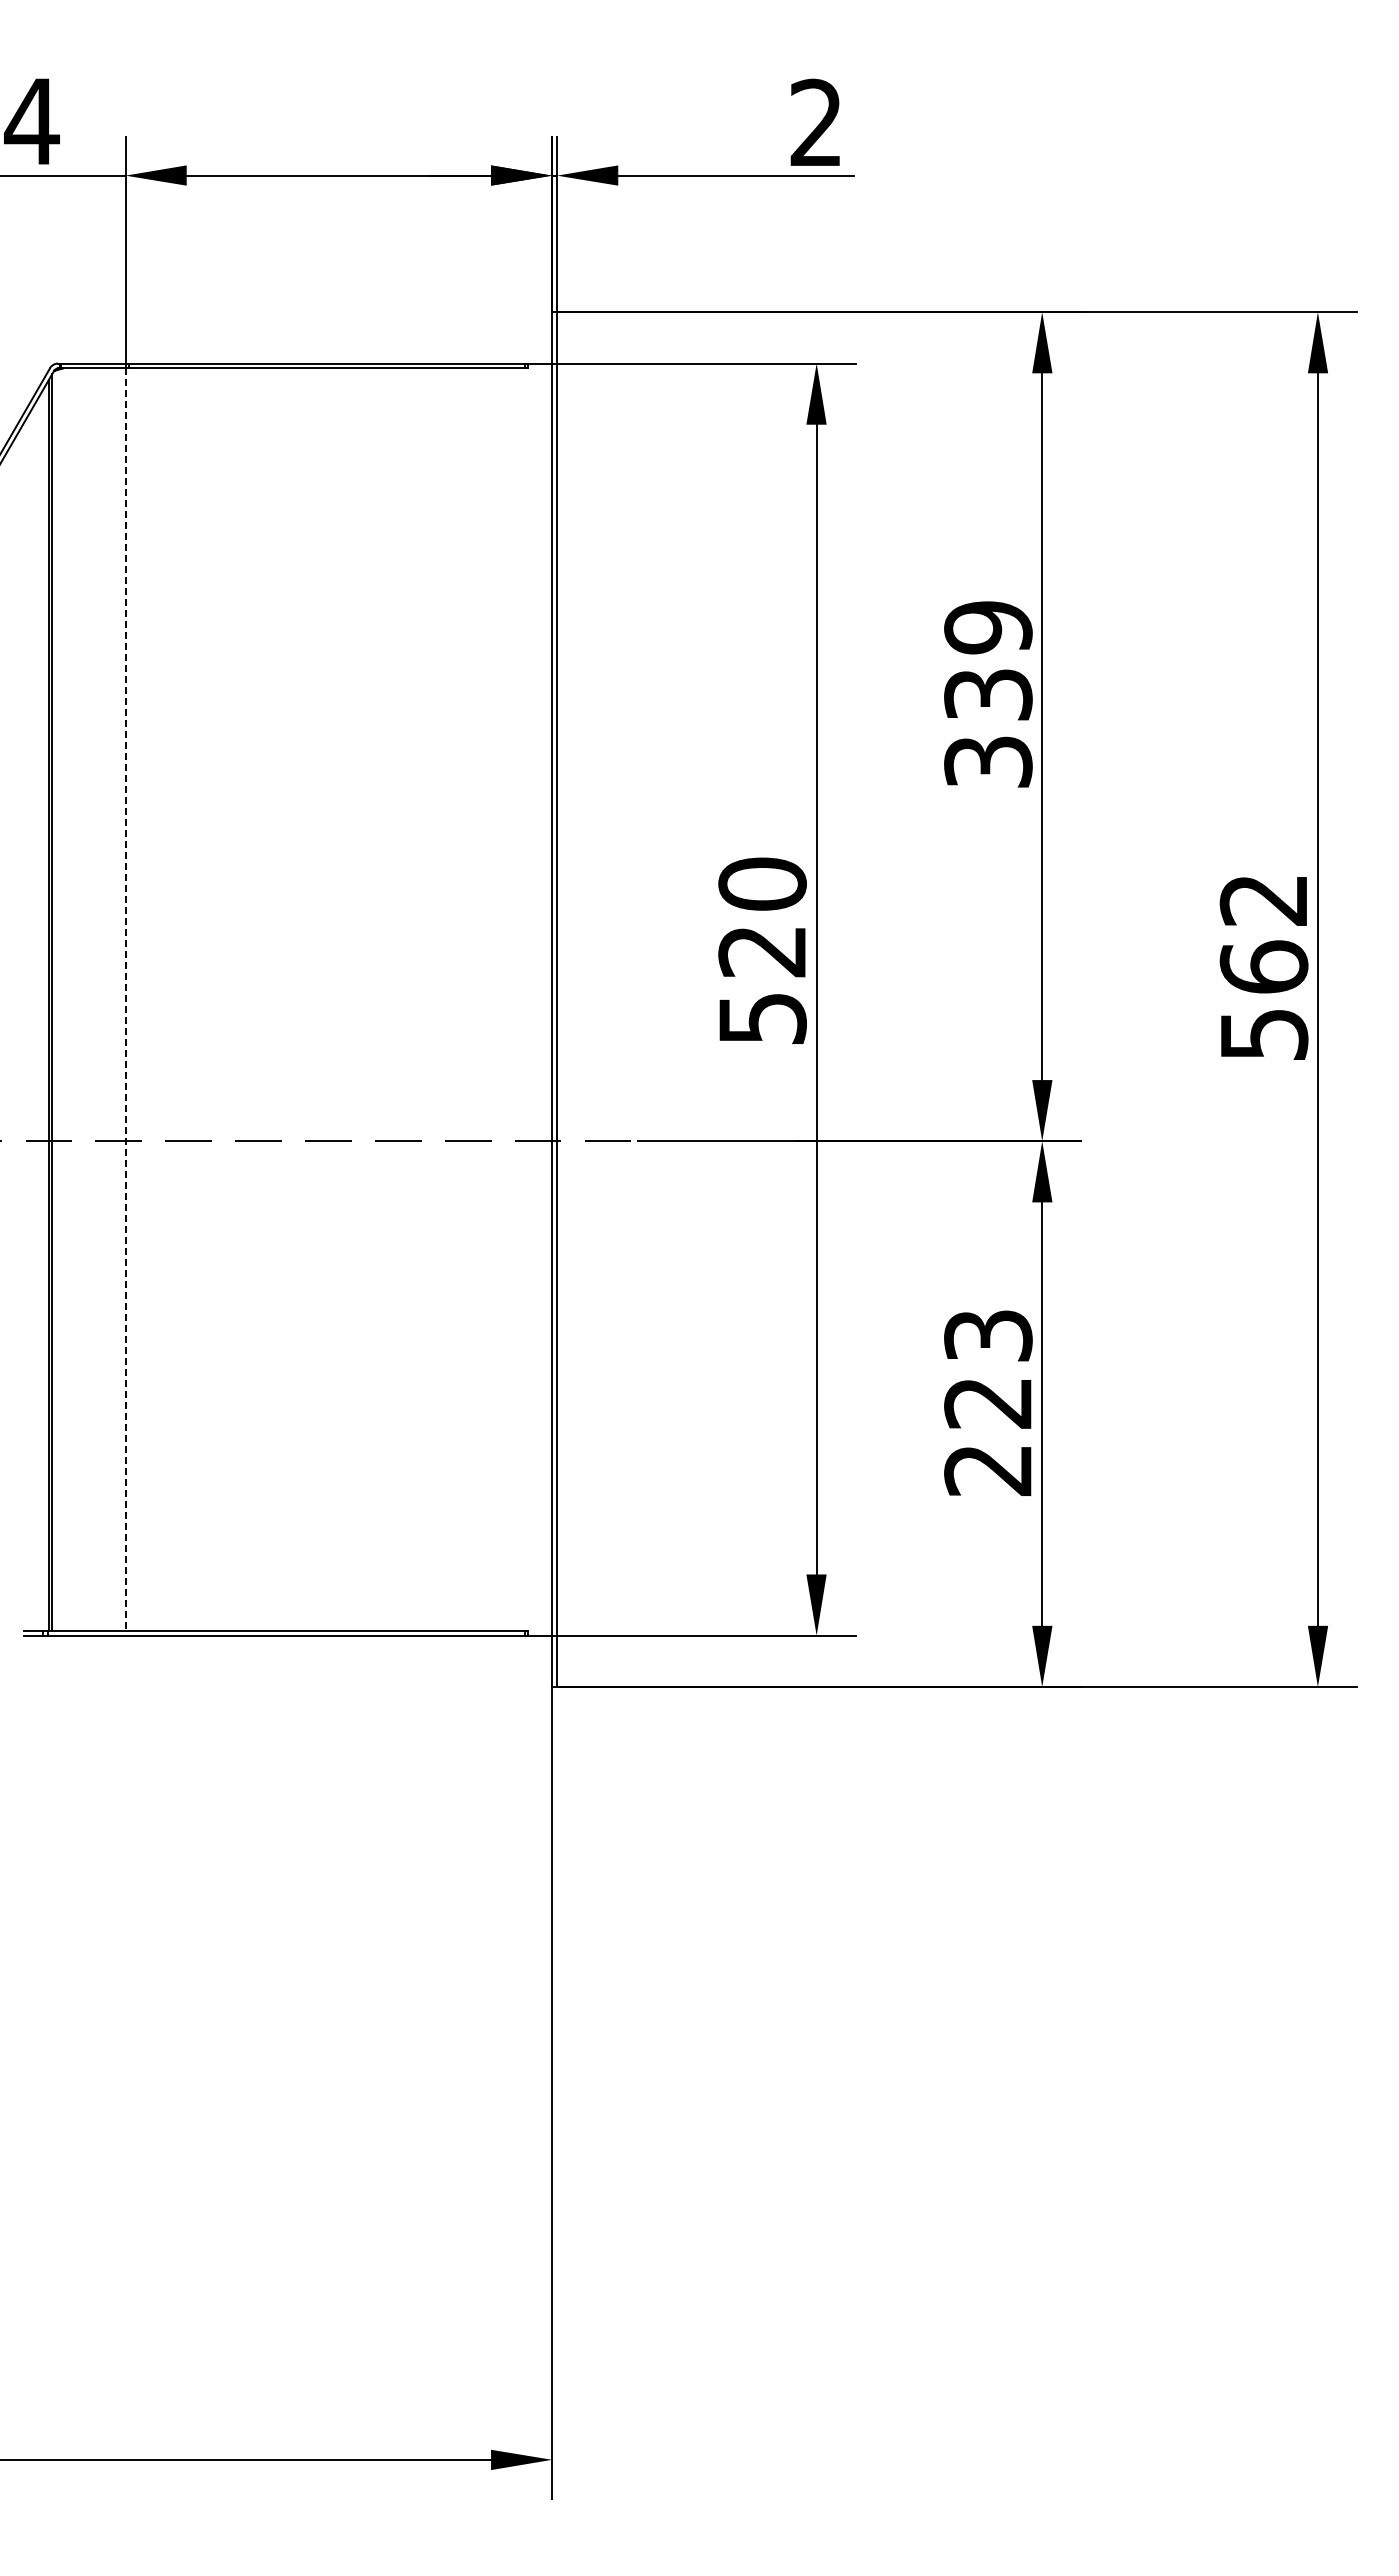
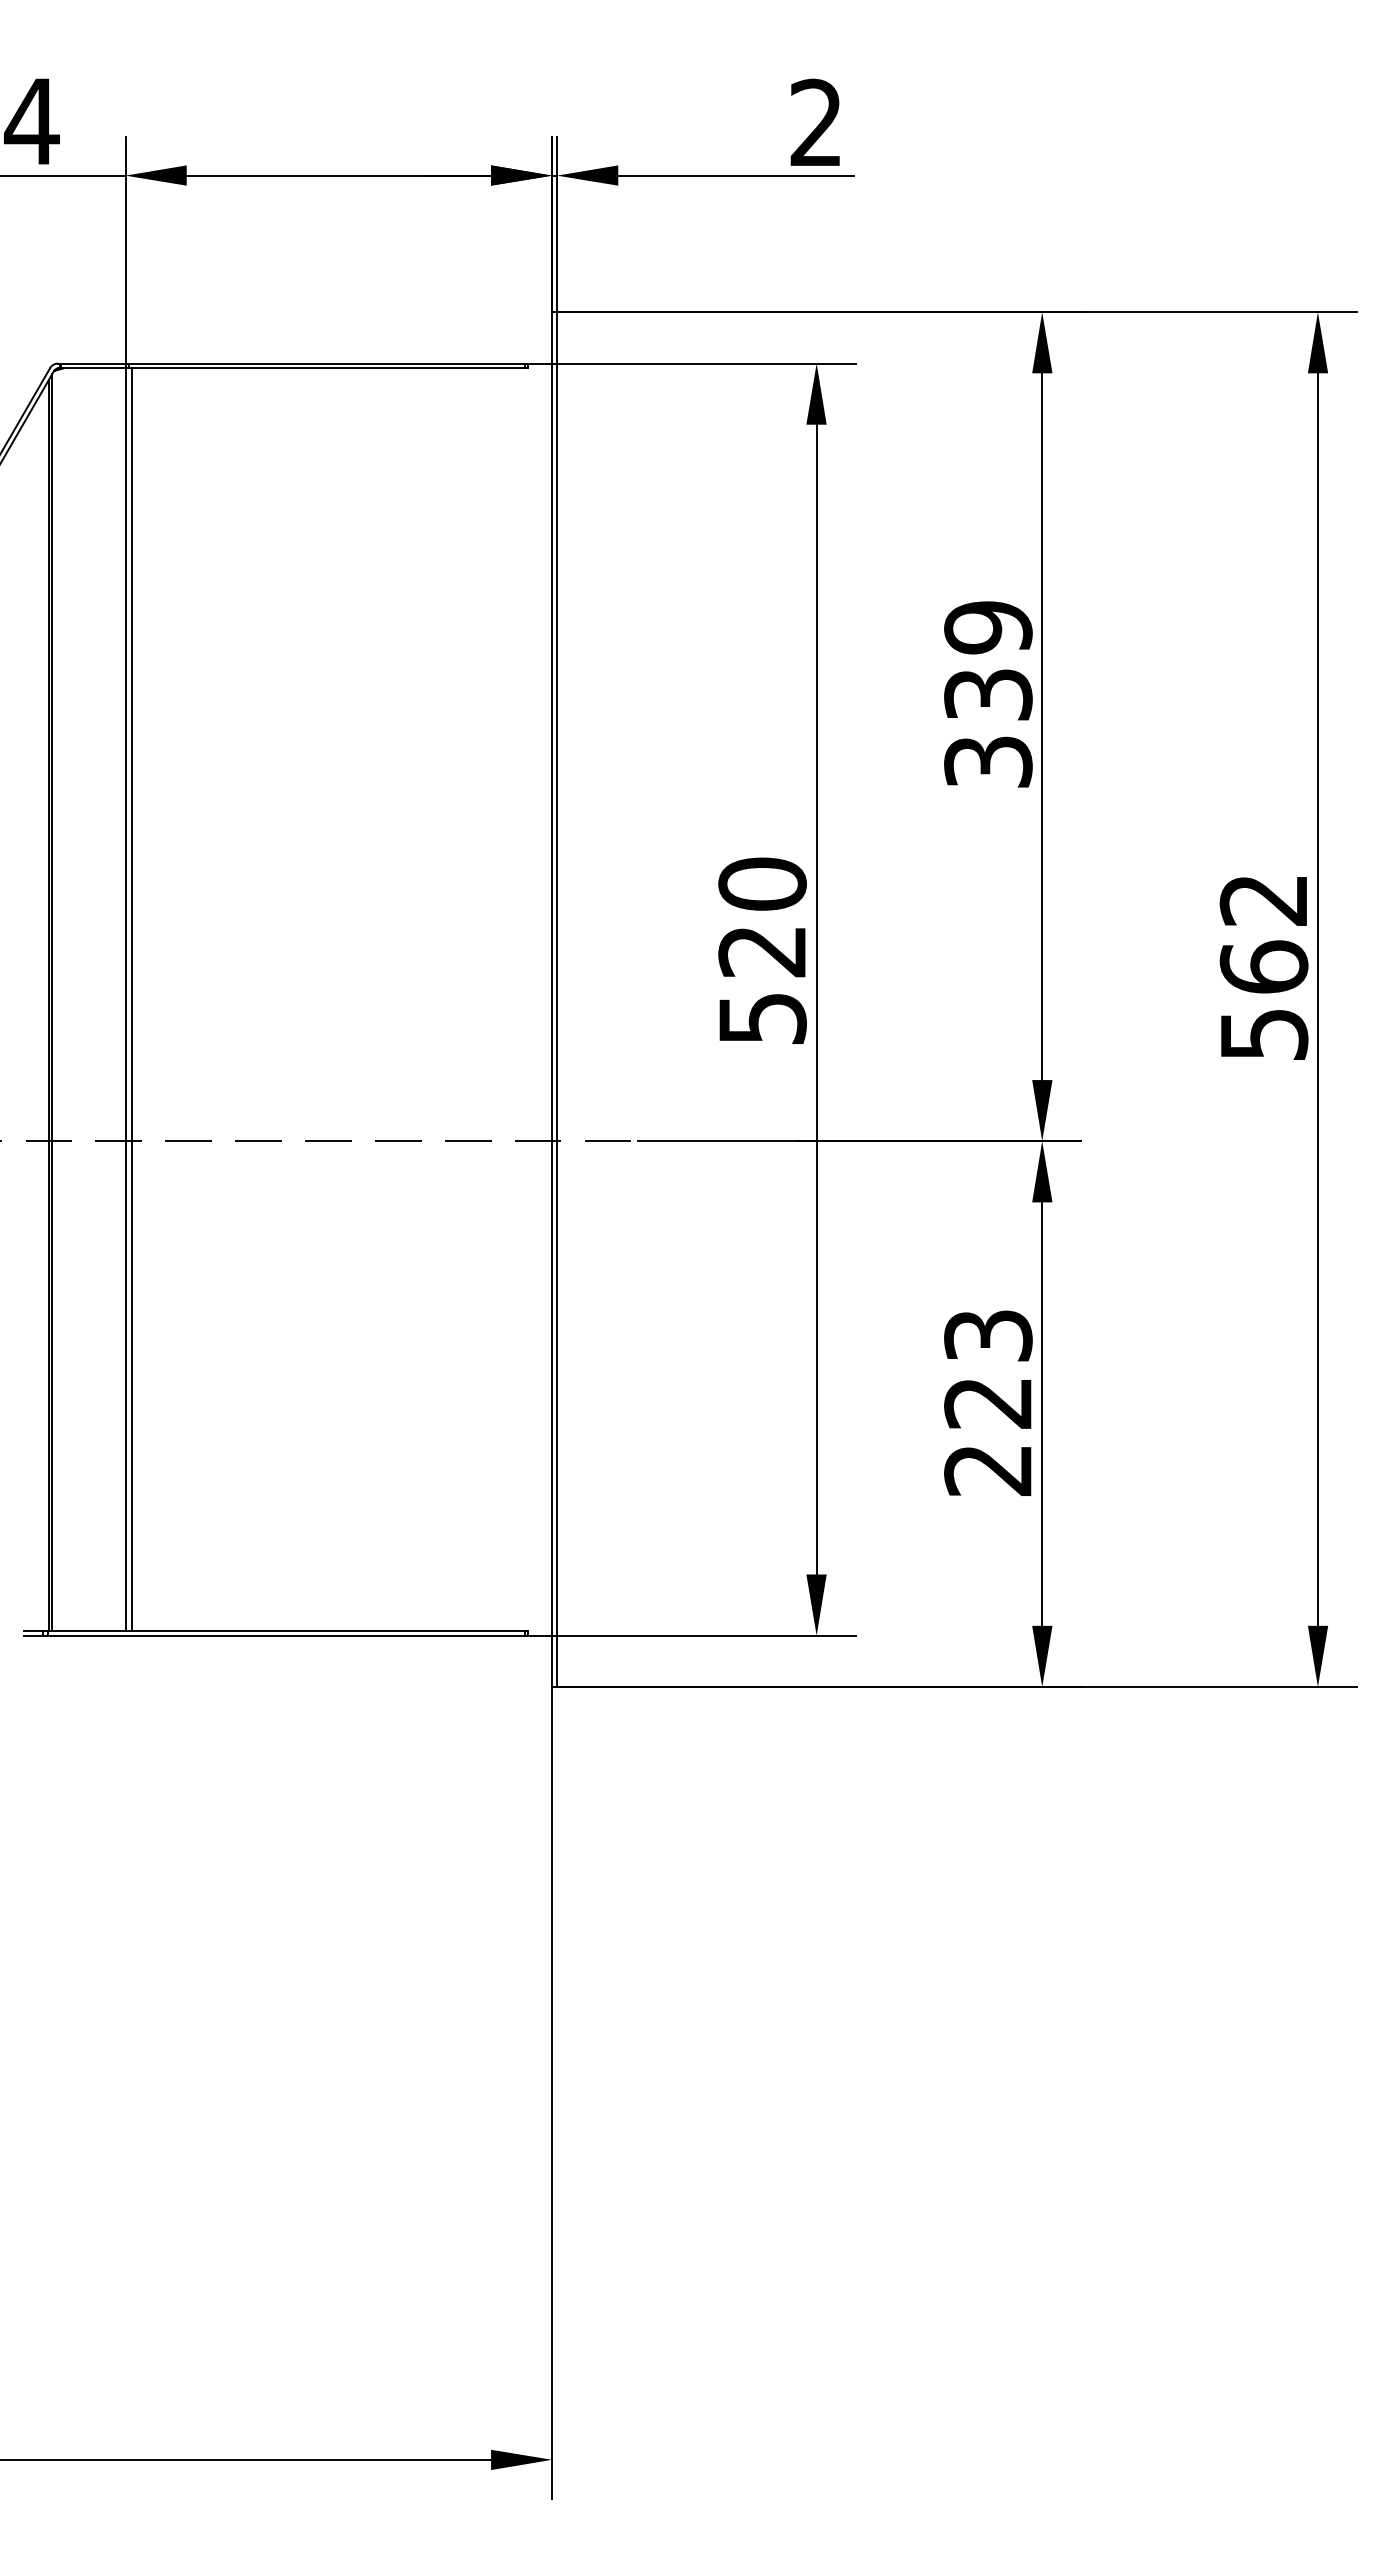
line at (132, 999): none -> present
line at (125, 1000): dashed -> solid
